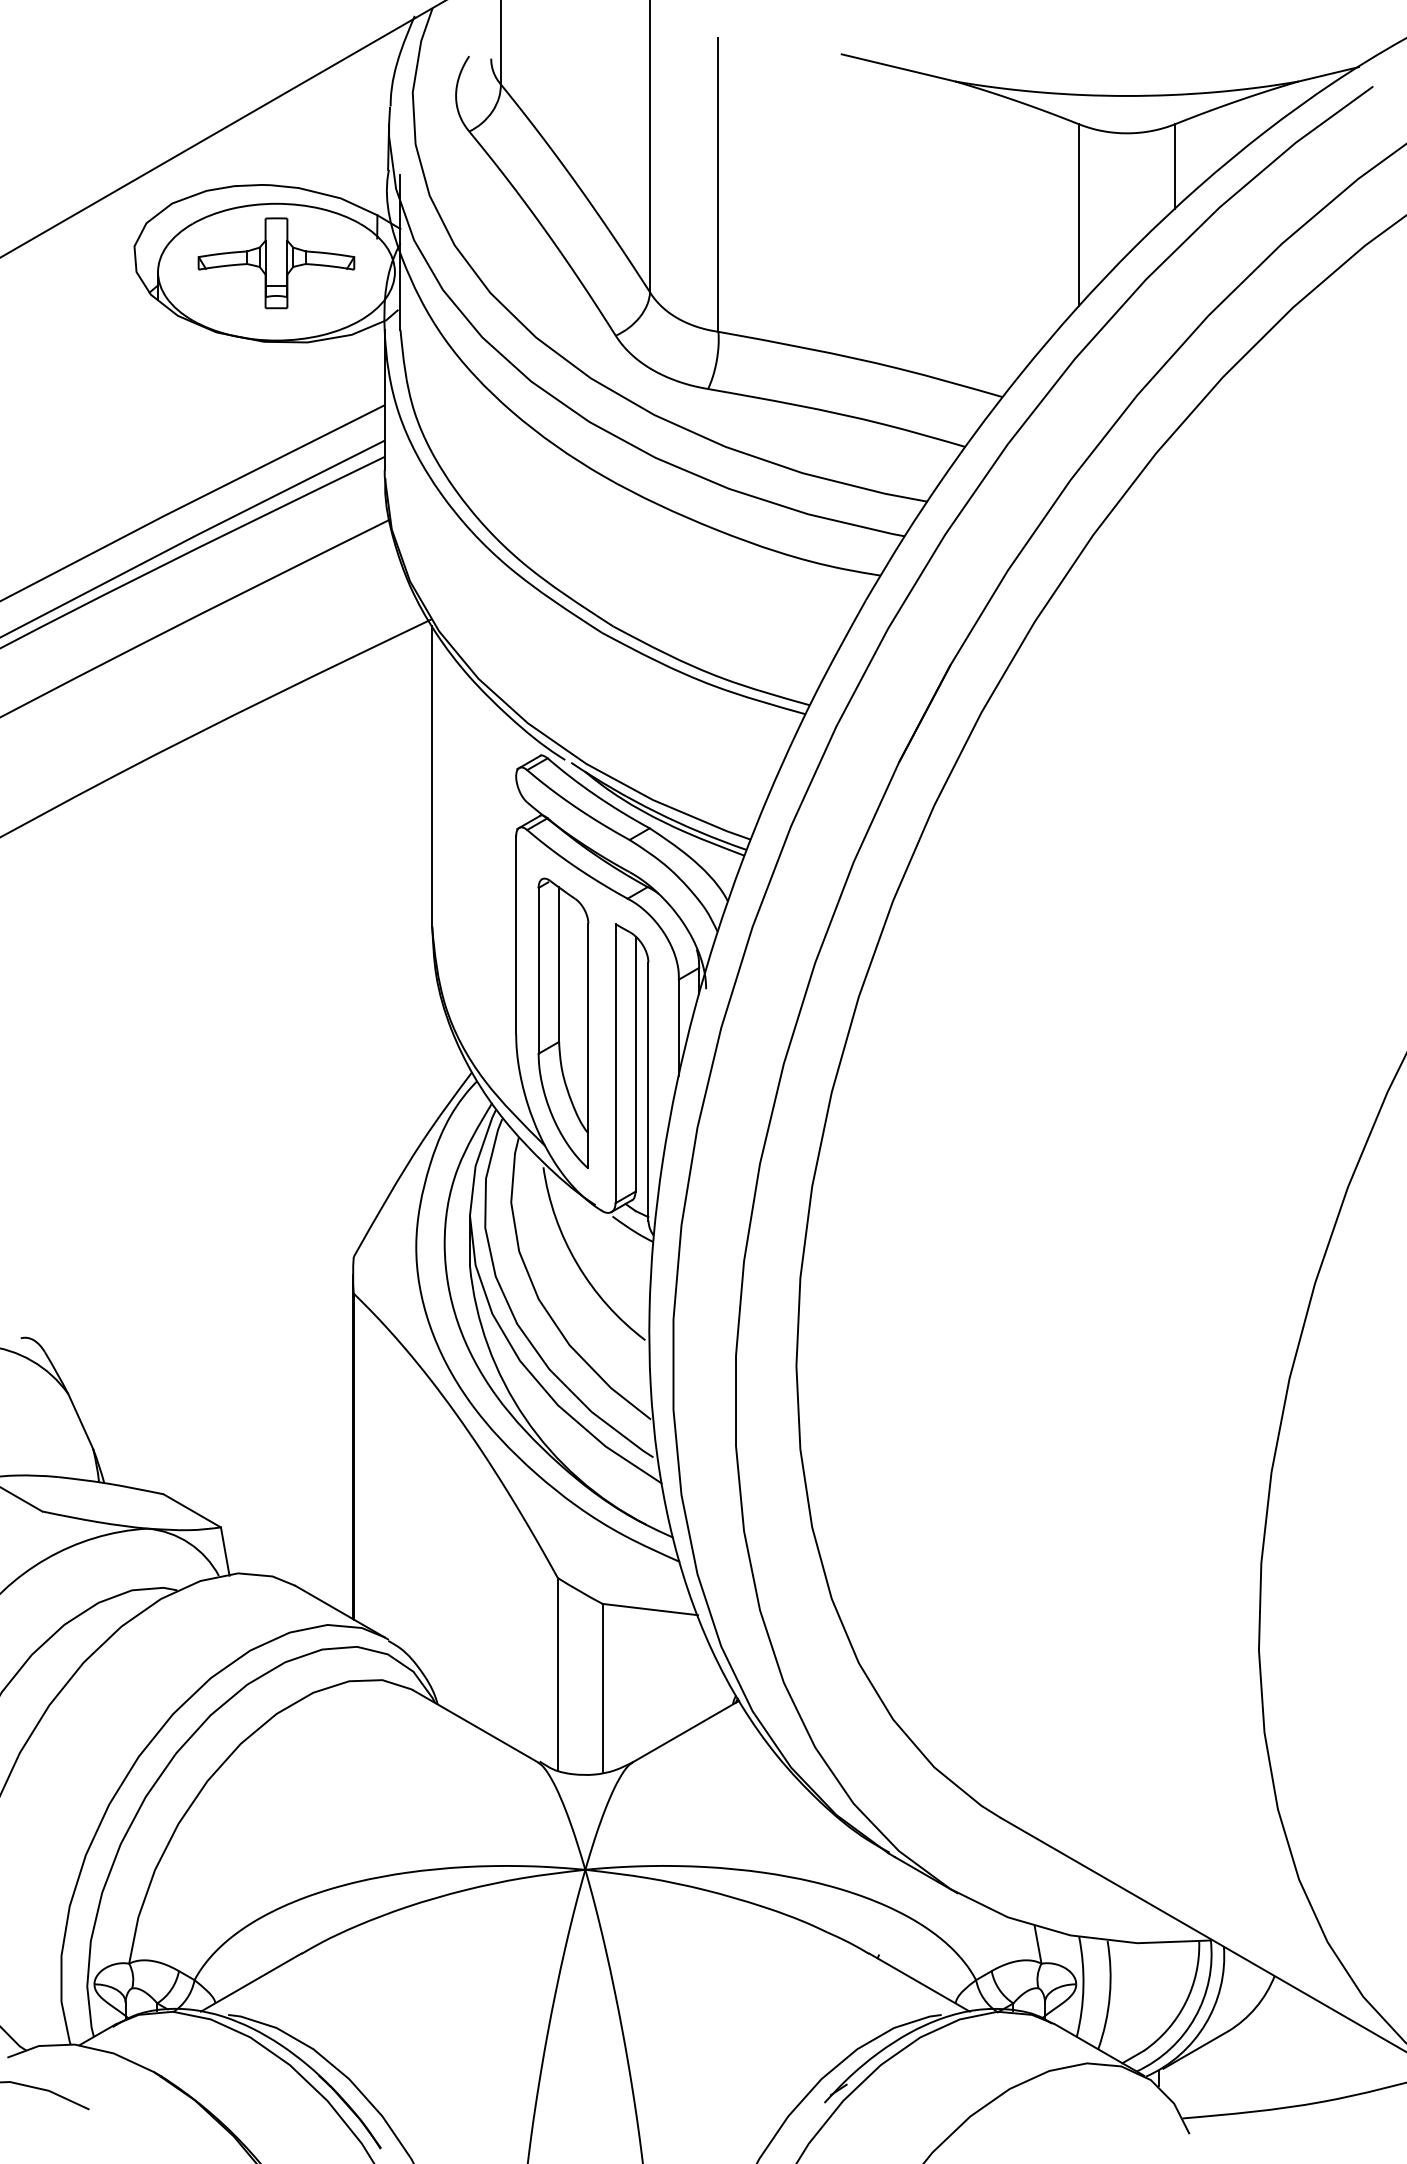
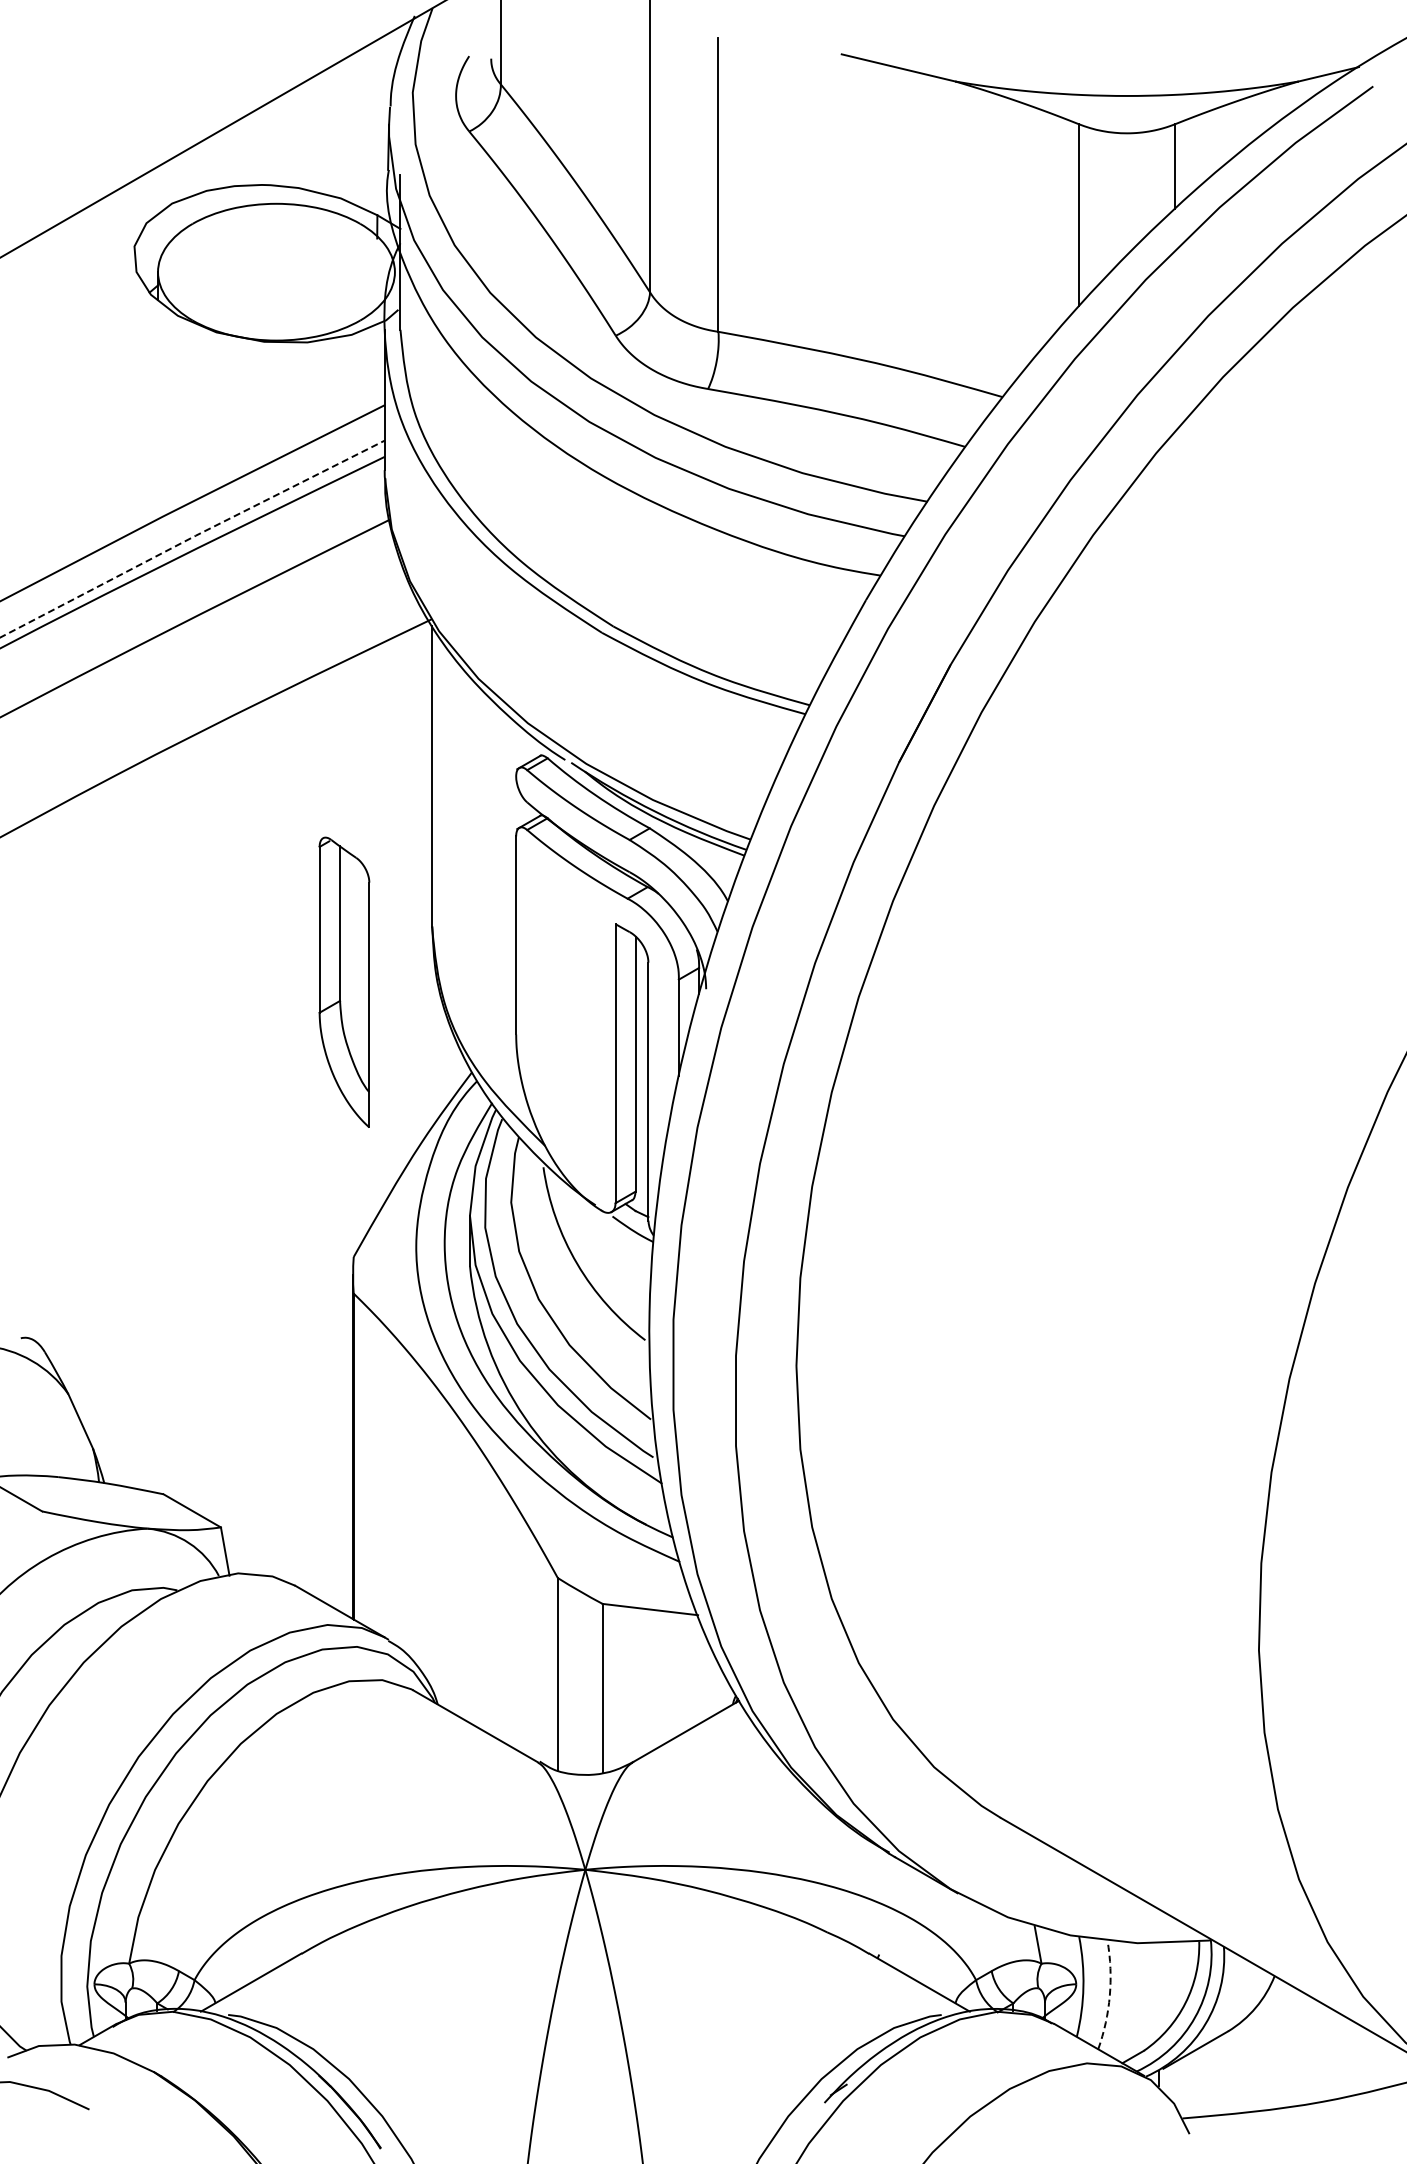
part at (276, 263): present -> none
line at (192, 537): solid -> dashed
part at (563, 1022) position: (563, 1022) -> (344, 981)
arc at (1109, 1995): solid -> dashed
